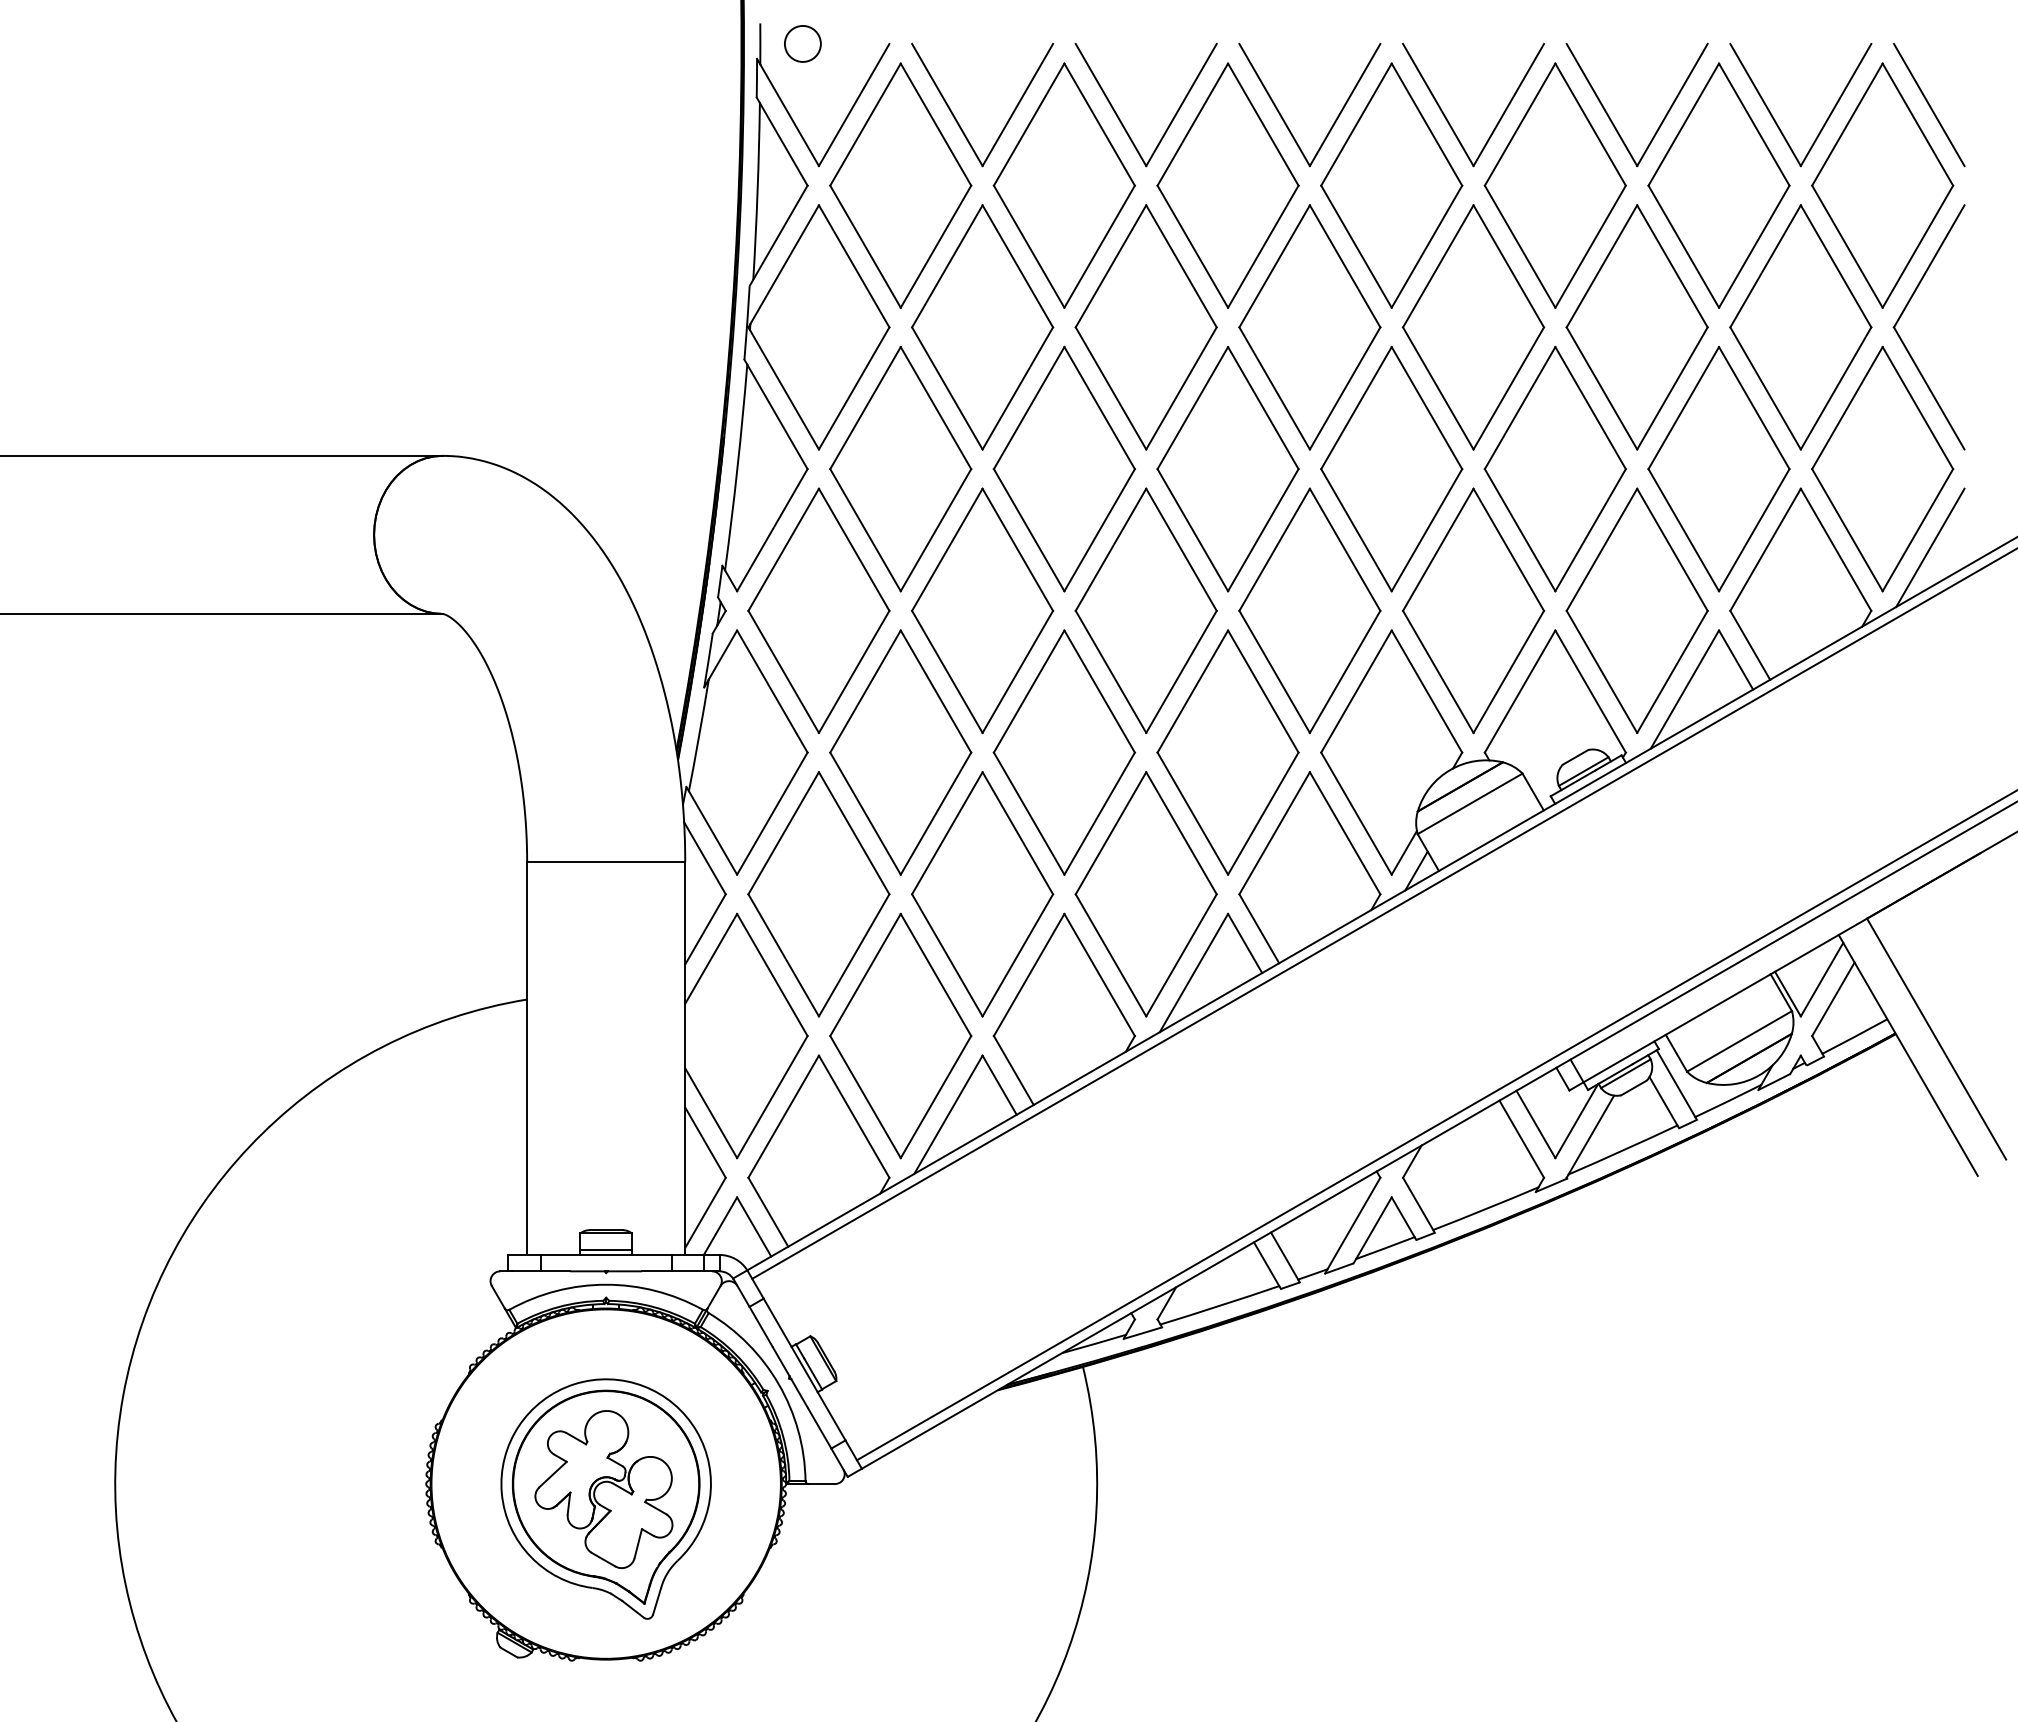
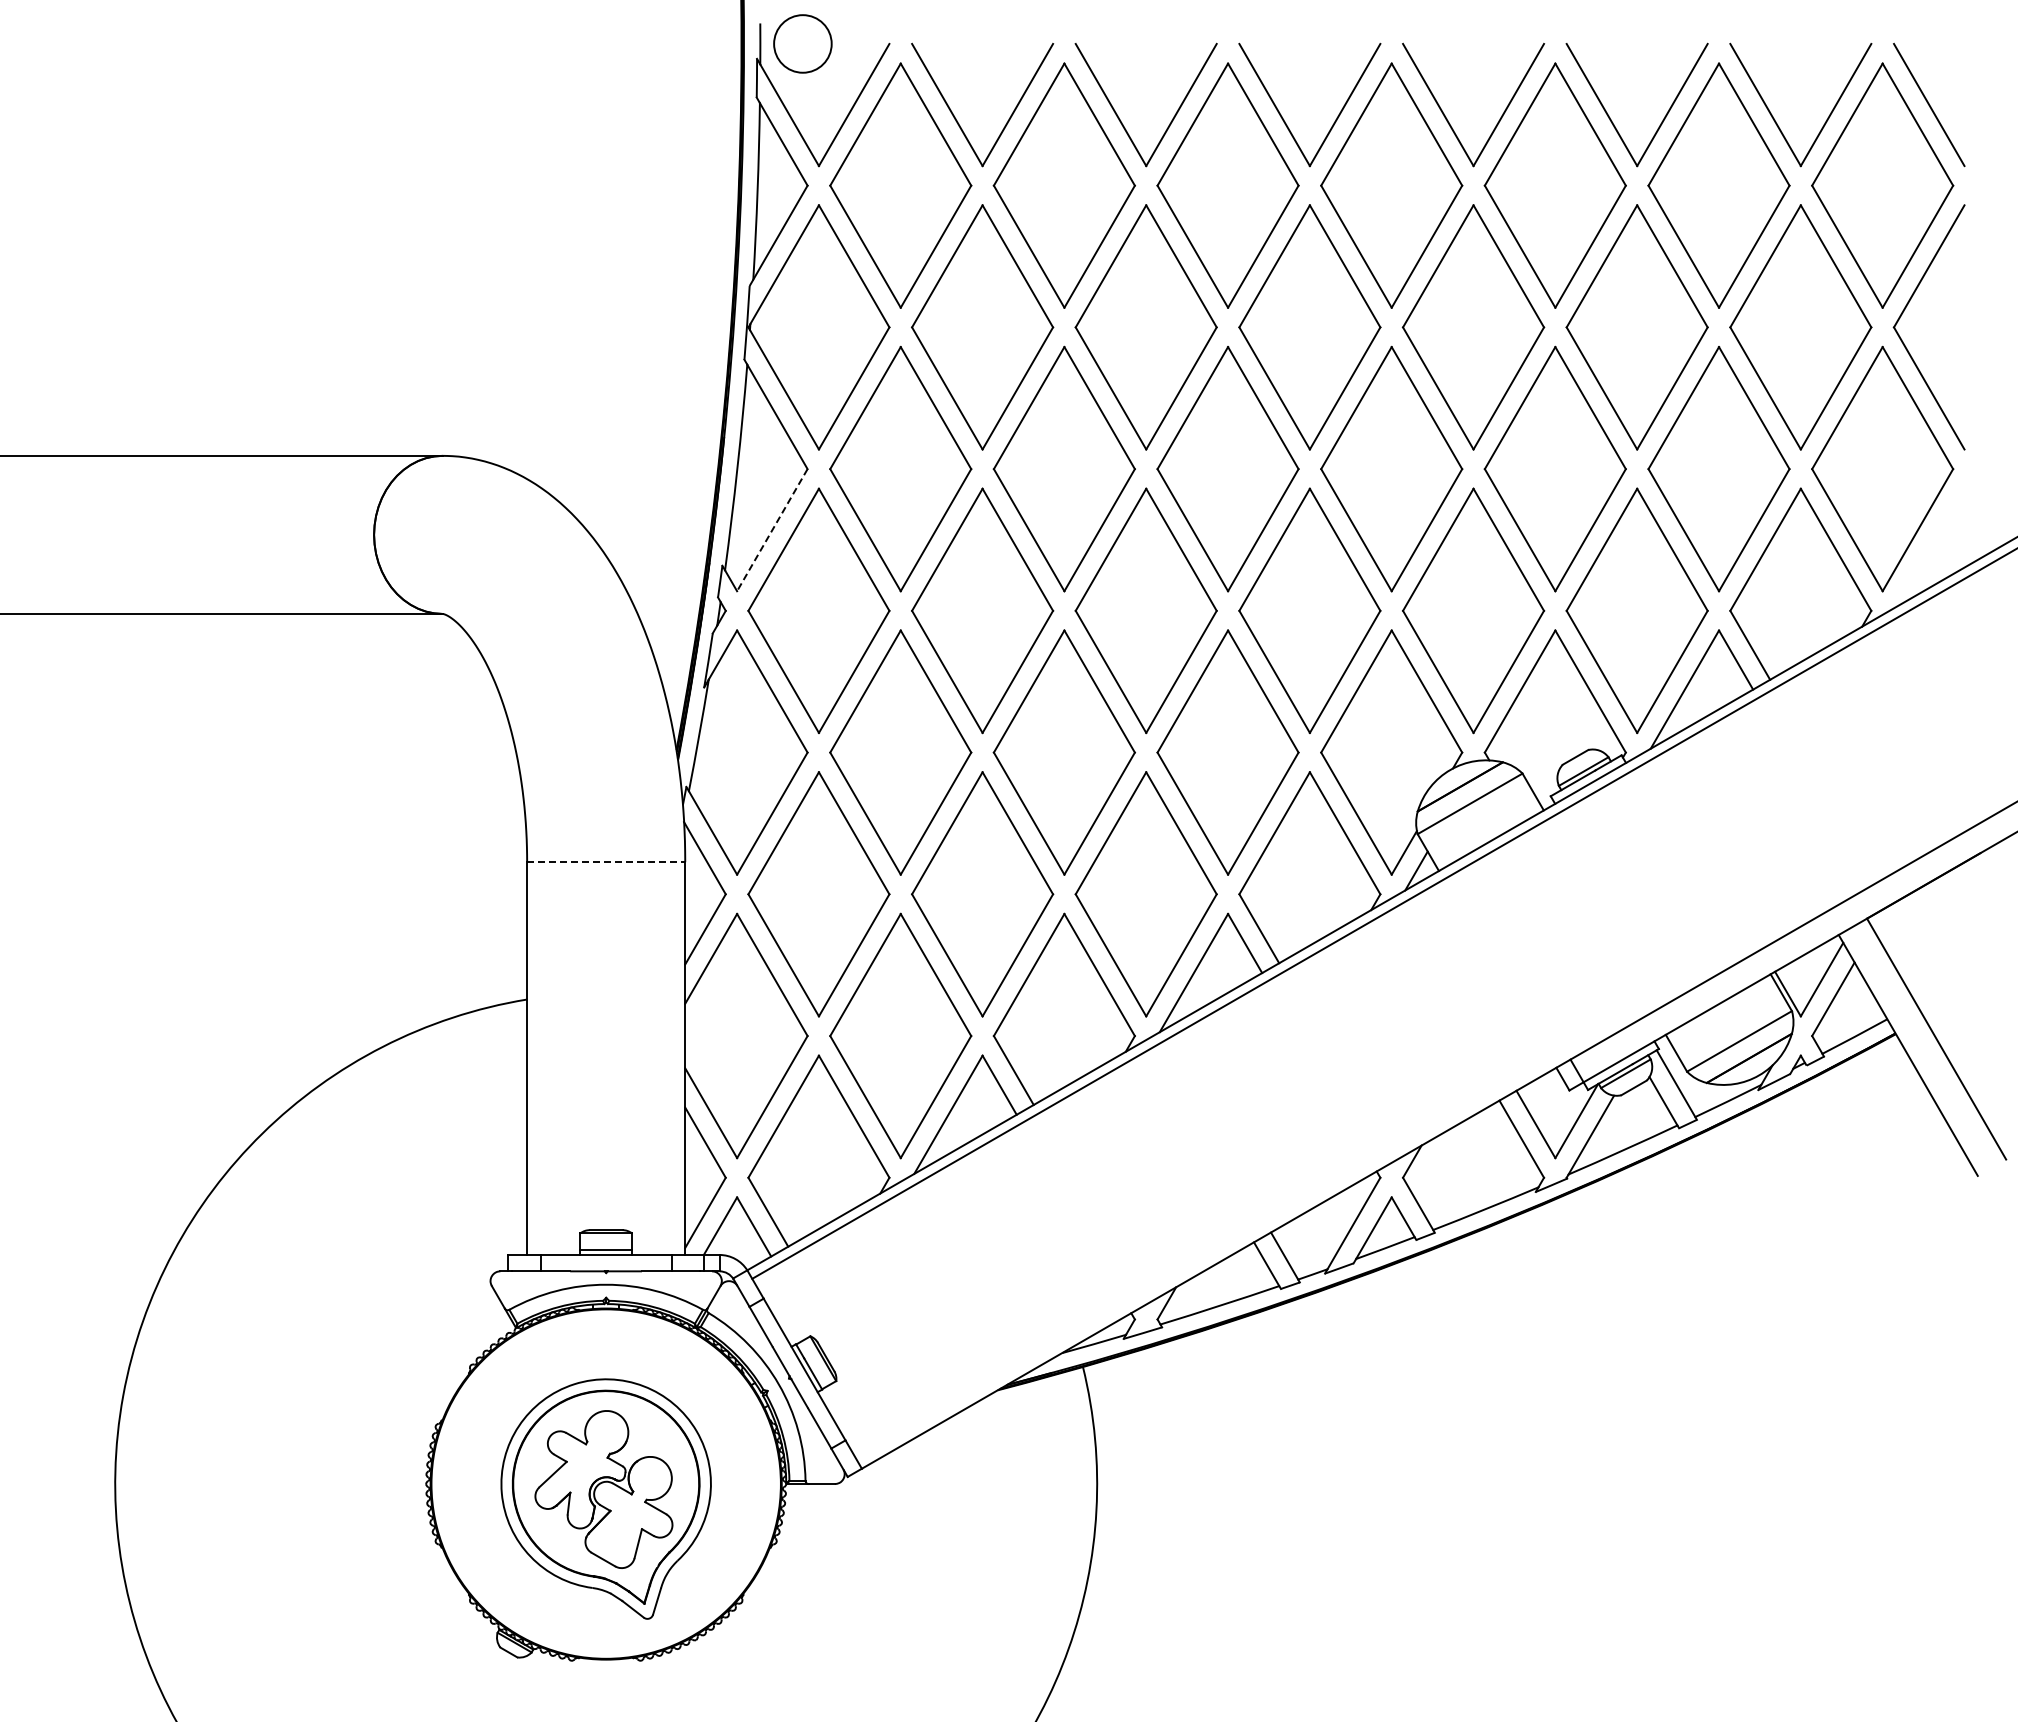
circle at (802, 43) diameter: 36 px -> 58 px
line at (772, 530): solid -> dashed
line at (1930, 547): present -> none
line at (606, 862): solid -> dashed
line at (1435, 1125): present -> none
